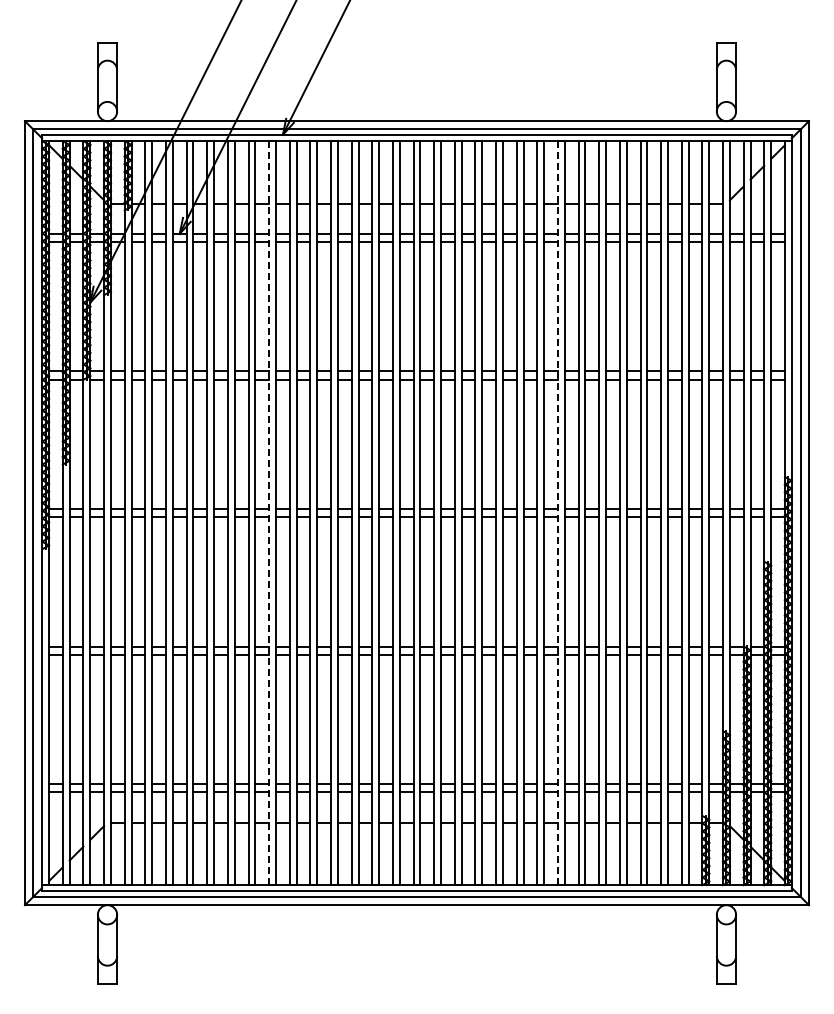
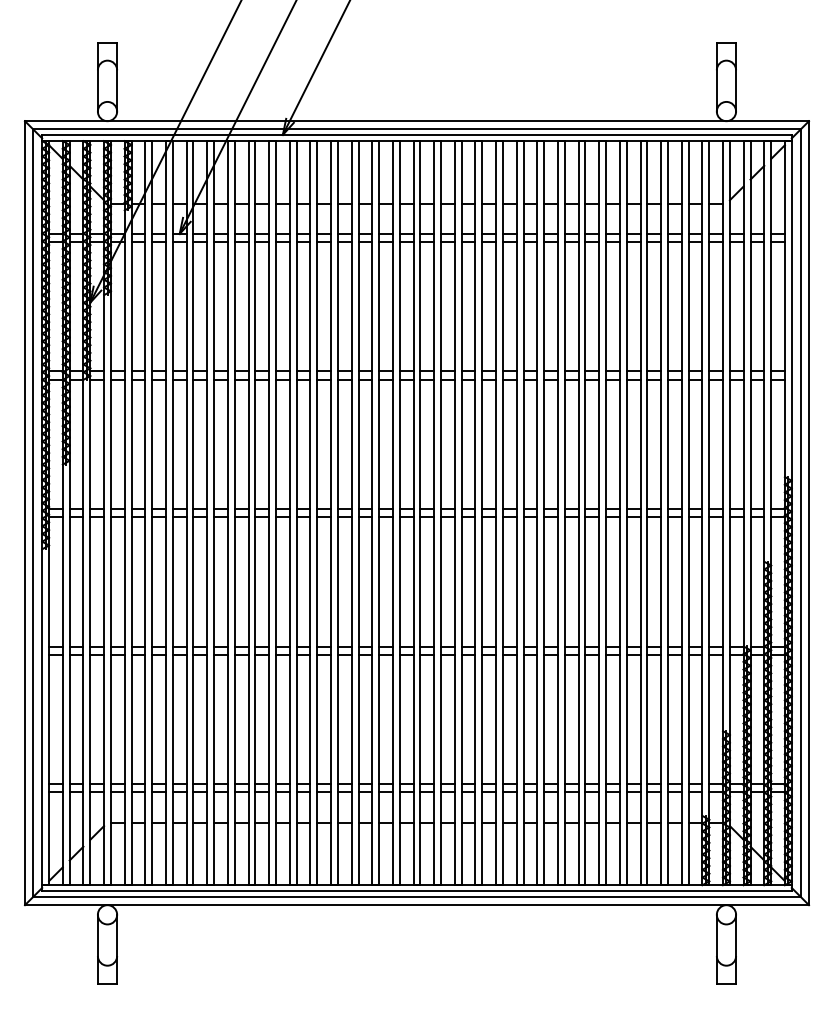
line at (269, 513): dashed -> solid
line at (557, 513): dashed -> solid
